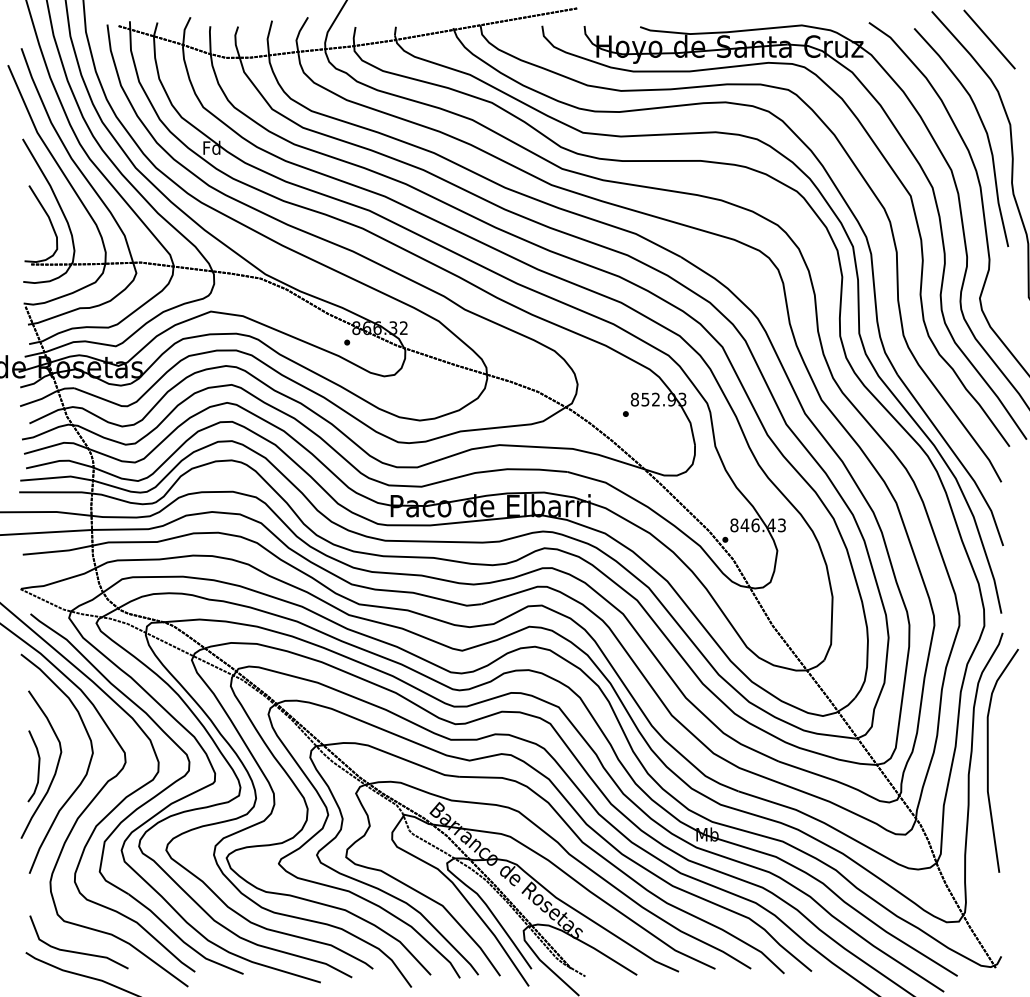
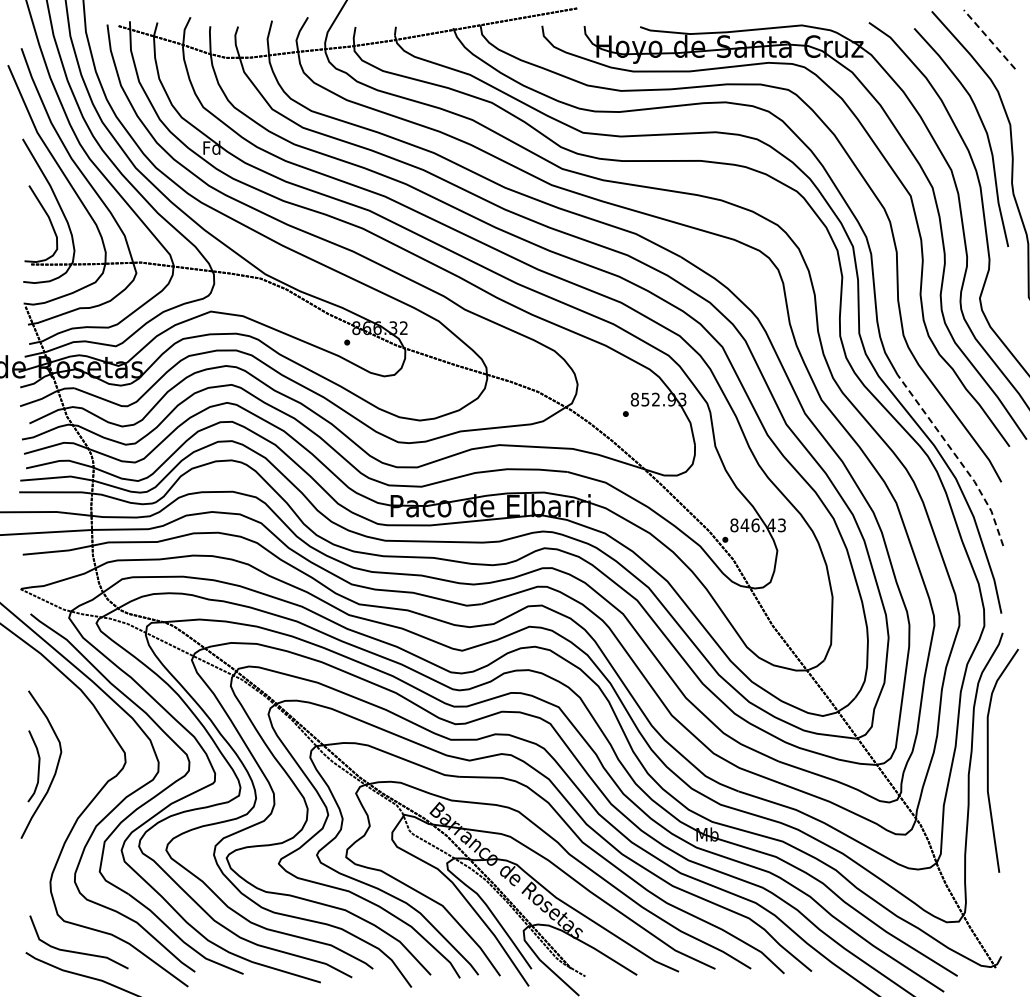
line at (989, 39): solid -> dashed
line at (957, 458): solid -> dashed
curve at (82, 778): present -> none
